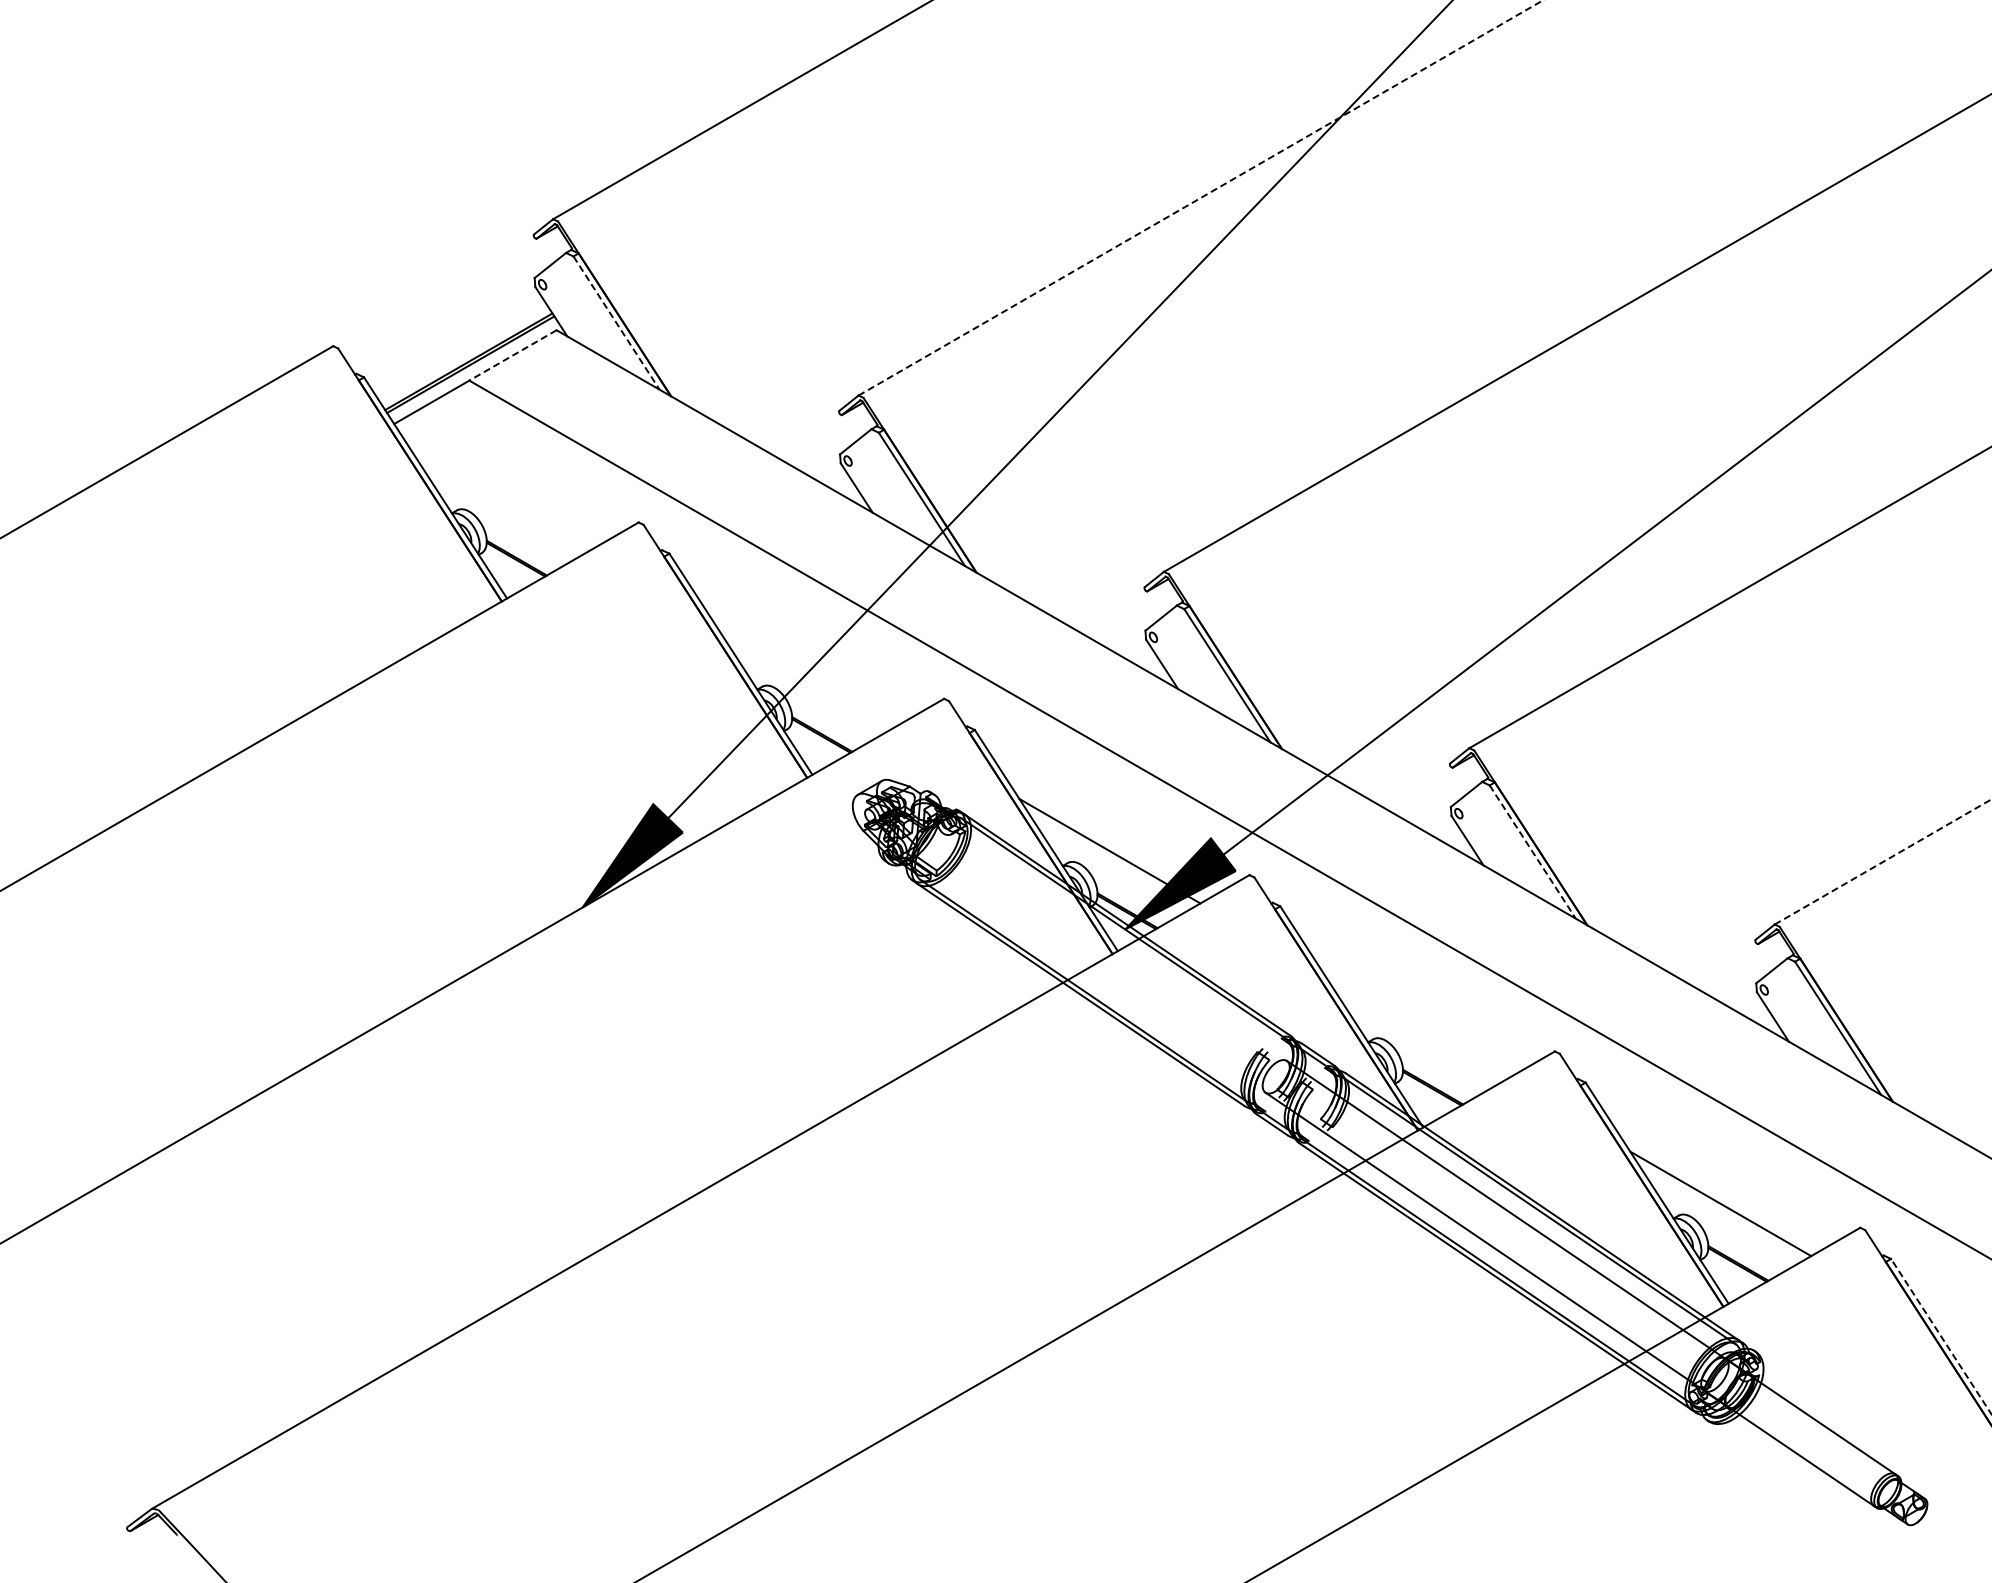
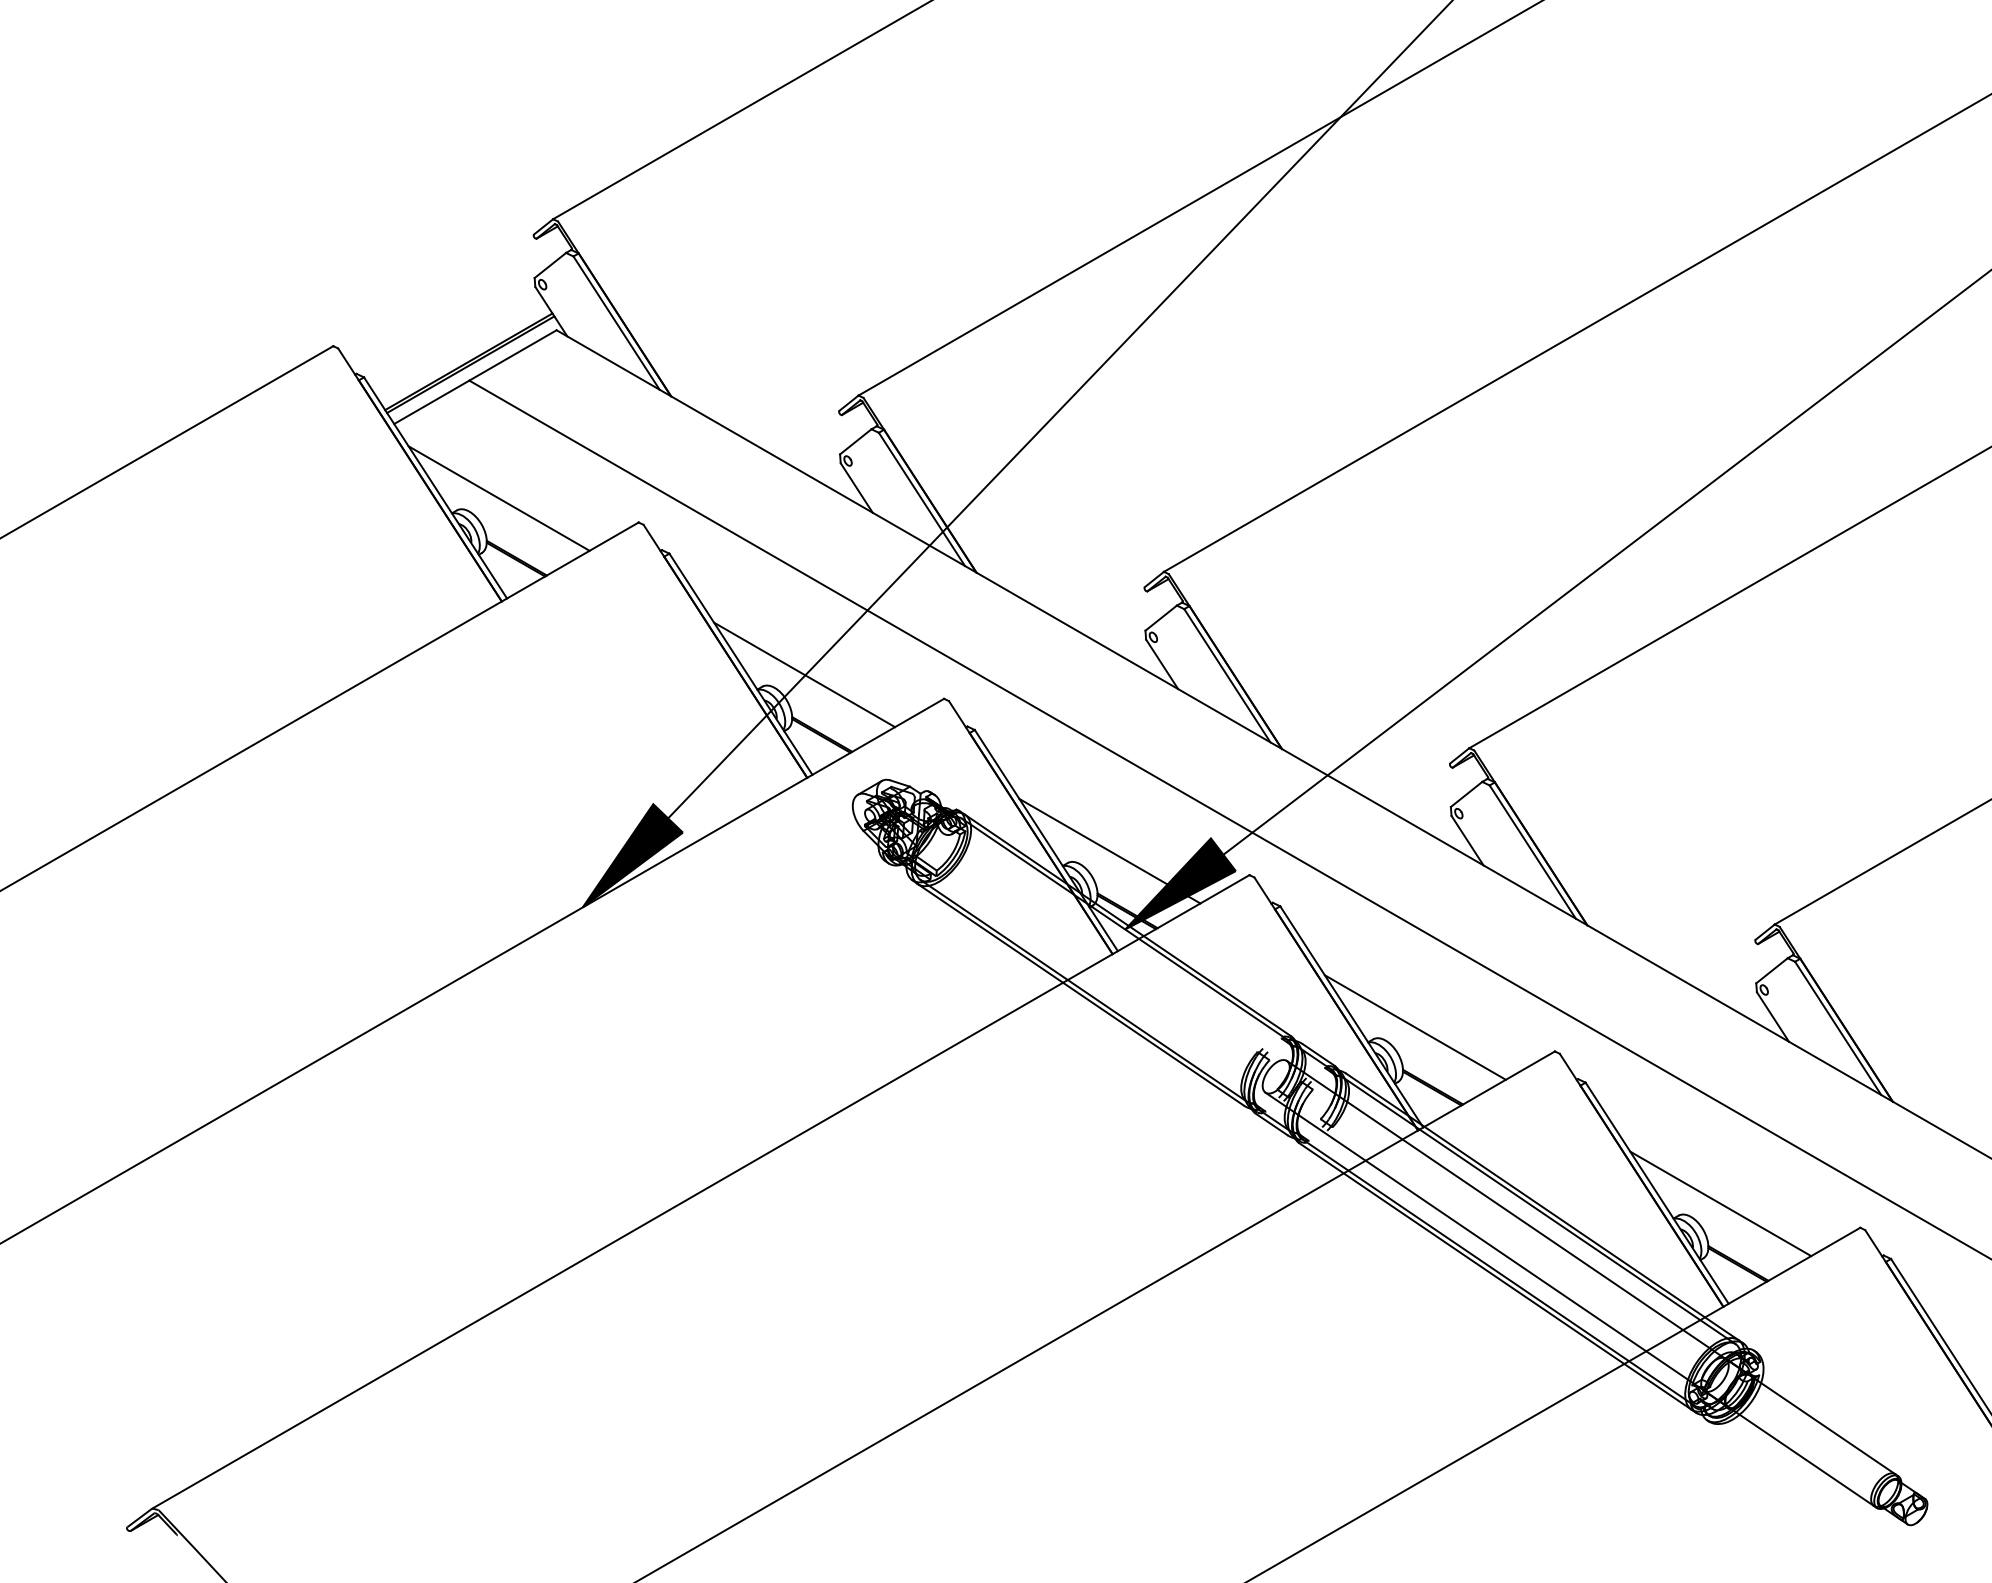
line at (1201, 197): dashed -> solid
line at (616, 323): dashed -> solid
line at (512, 355): dashed -> solid
line at (498, 498): none -> present
line at (804, 674): none -> present
line at (1533, 852): dashed -> solid
line at (1883, 861): dashed -> solid
line at (1414, 1027): none -> present
line at (1941, 1336): dashed -> solid
